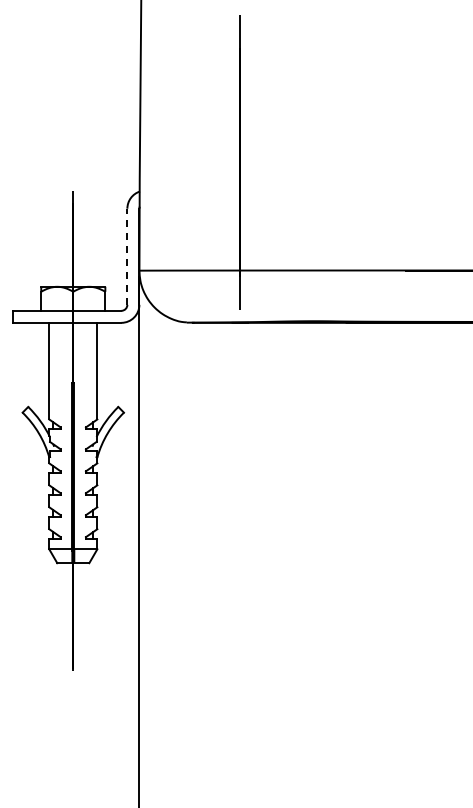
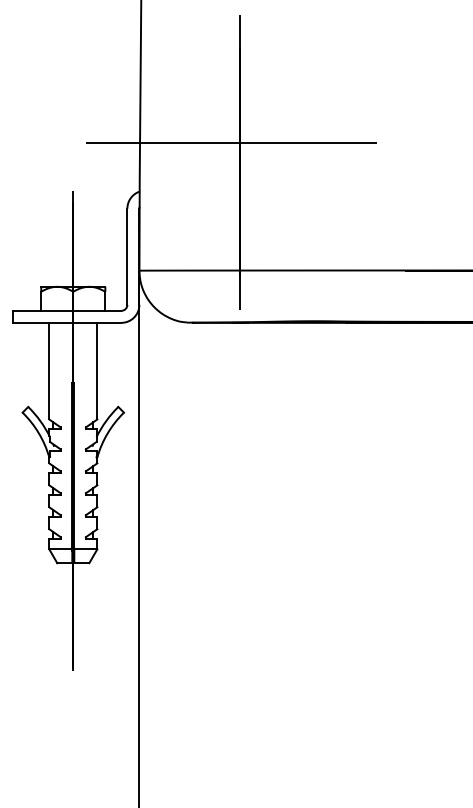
line at (230, 142): none -> present
line at (127, 256): dashed -> solid
